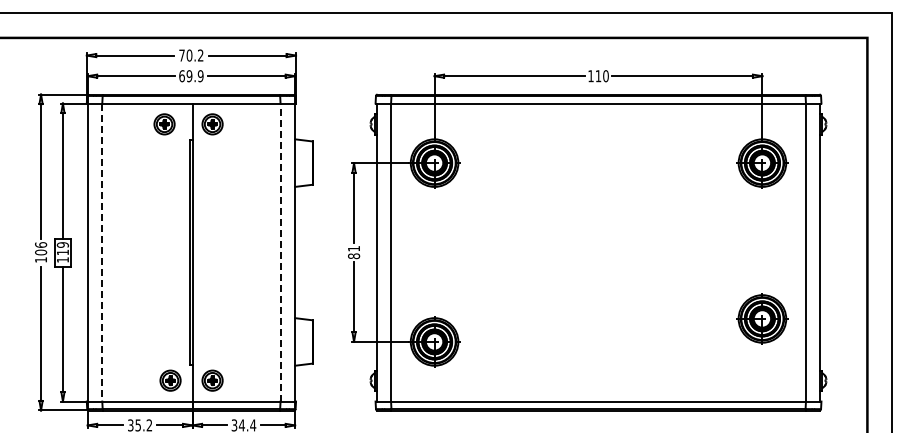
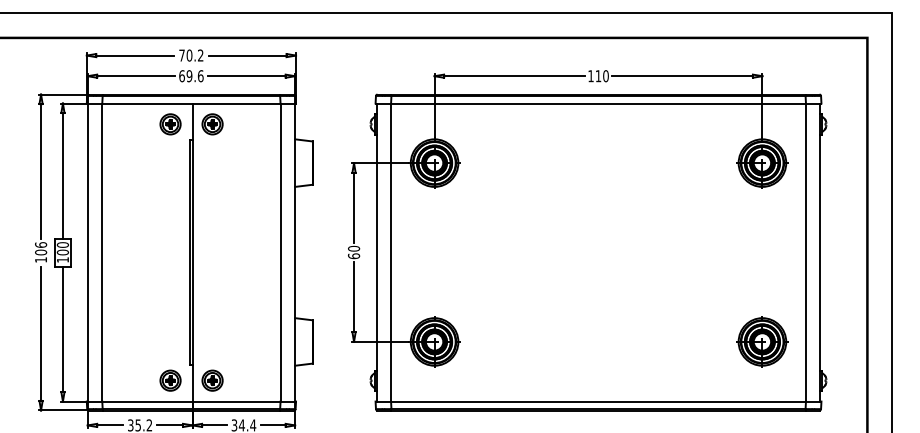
text at (200, 76): 69.9 -> 69.6
part at (164, 124) position: (164, 124) -> (170, 124)
text at (62, 248): 119 -> 100
line at (280, 252): dashed -> solid
text at (354, 252): 81 -> 60
line at (102, 253): dashed -> solid
part at (762, 318) position: (762, 318) -> (762, 341)
